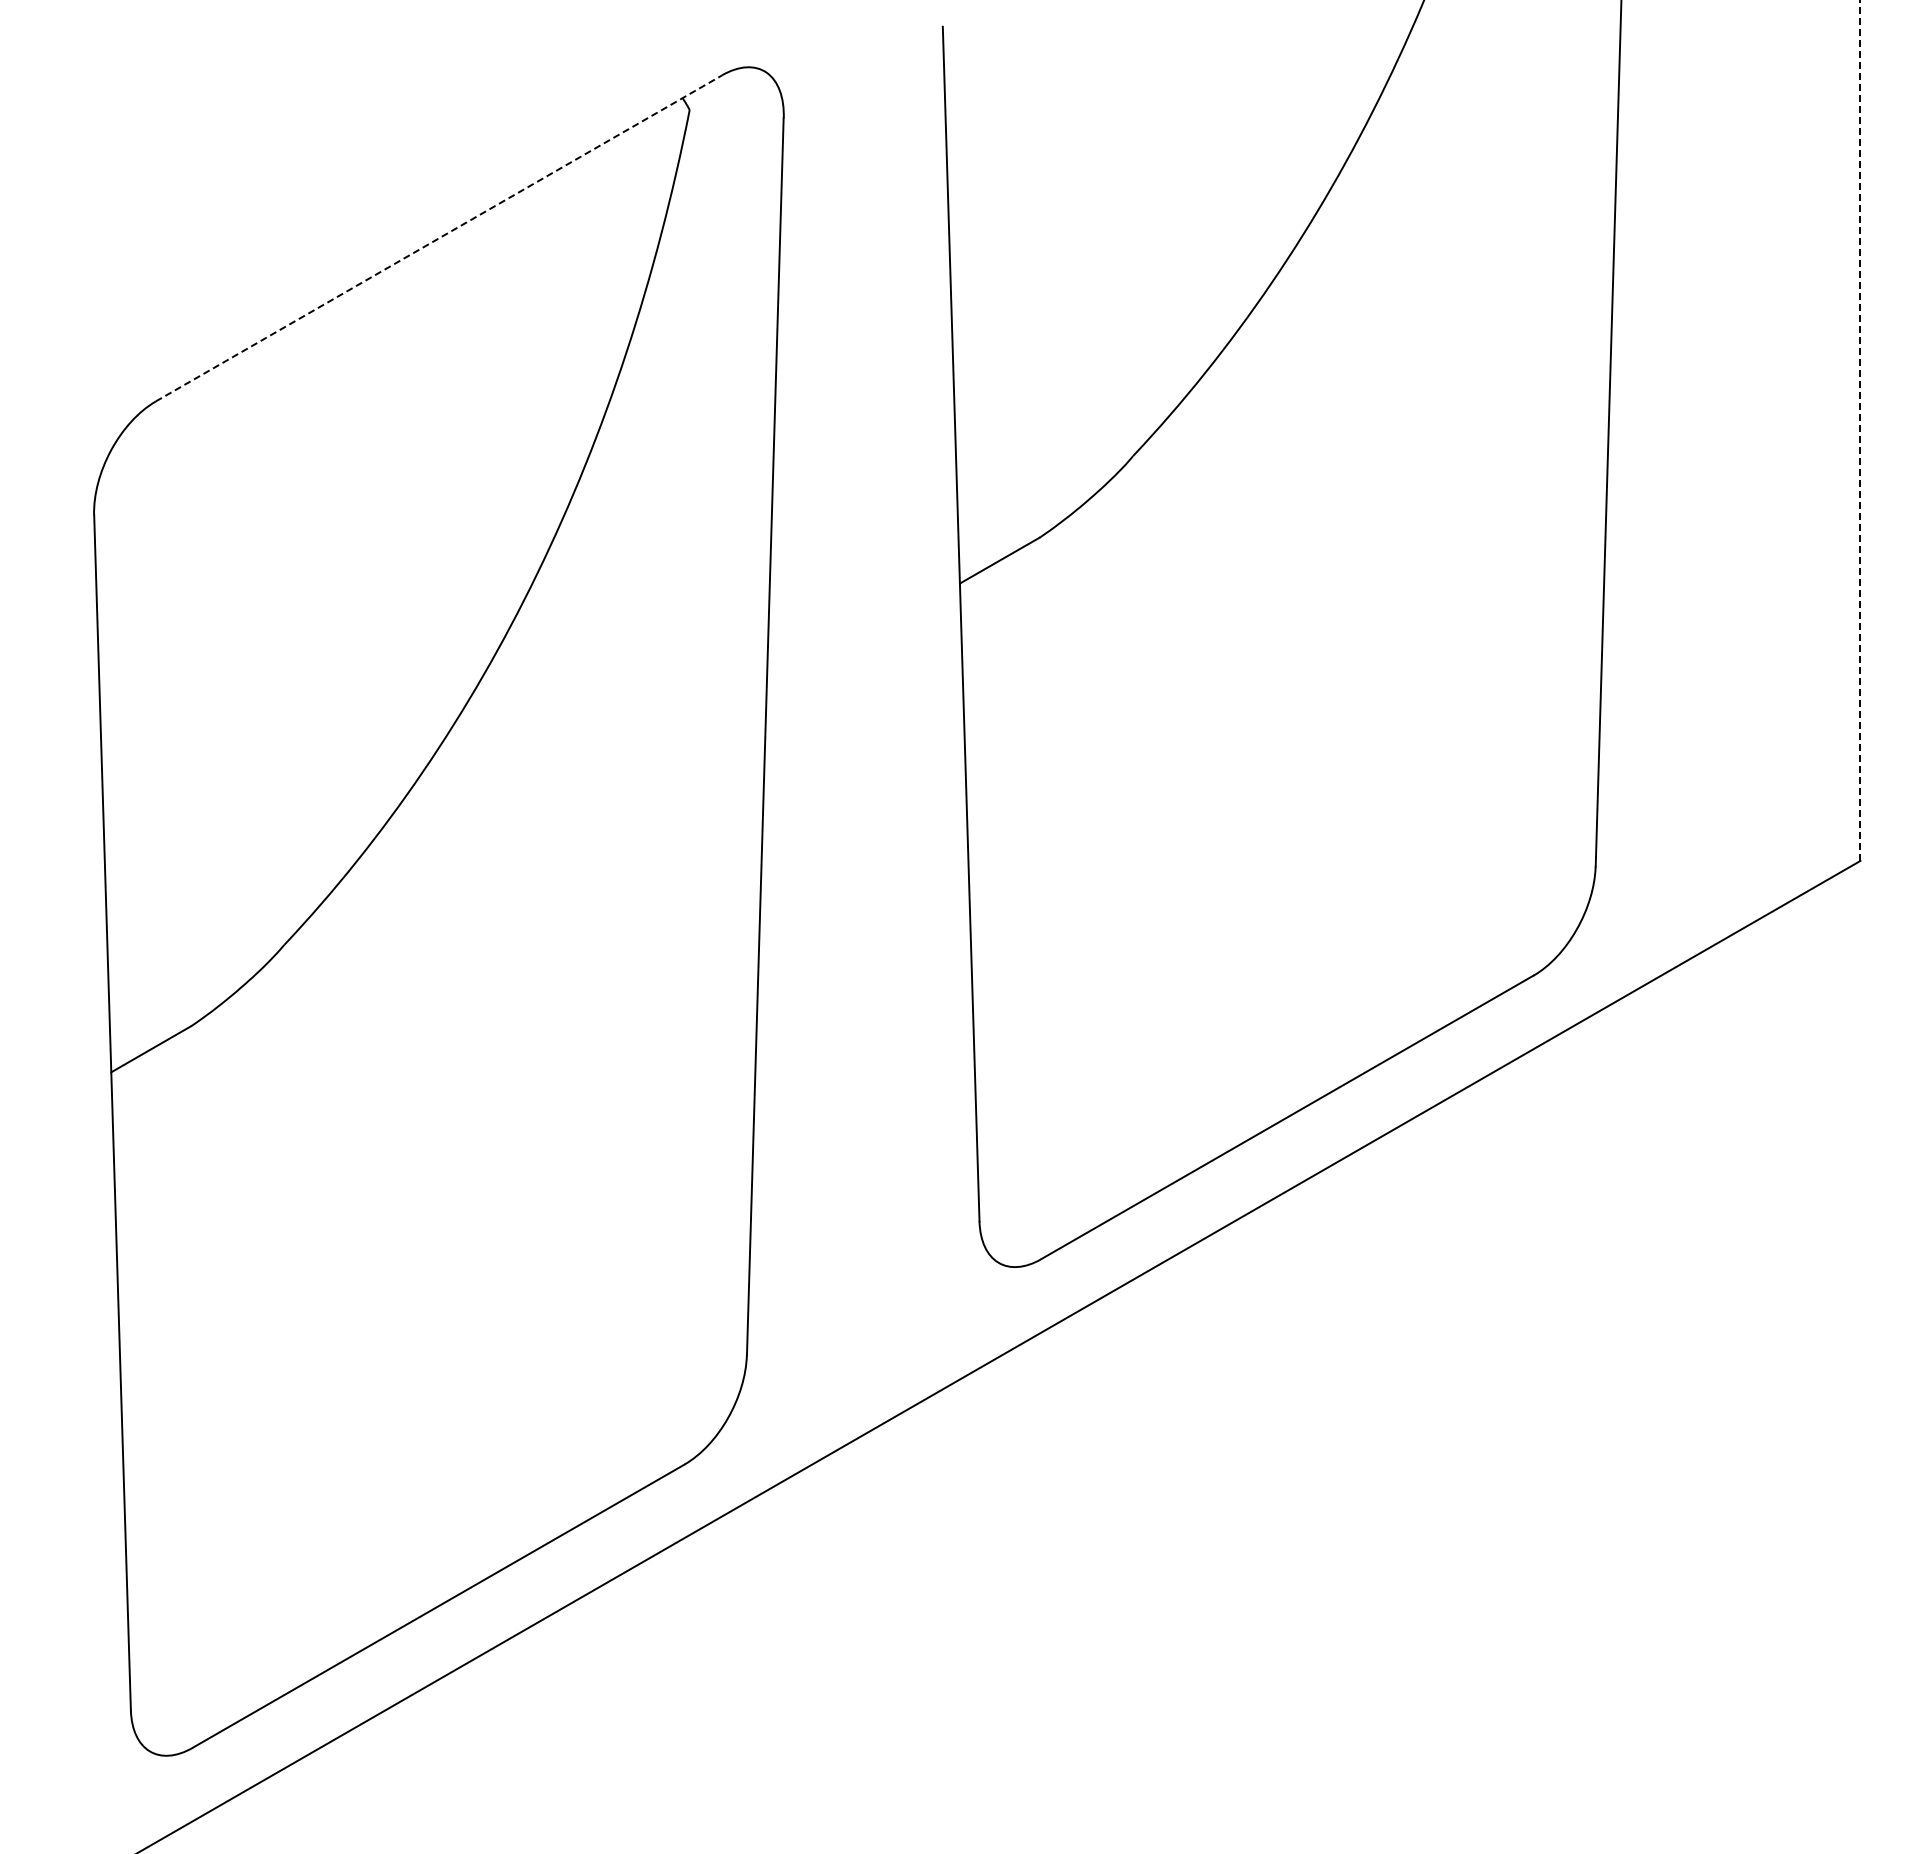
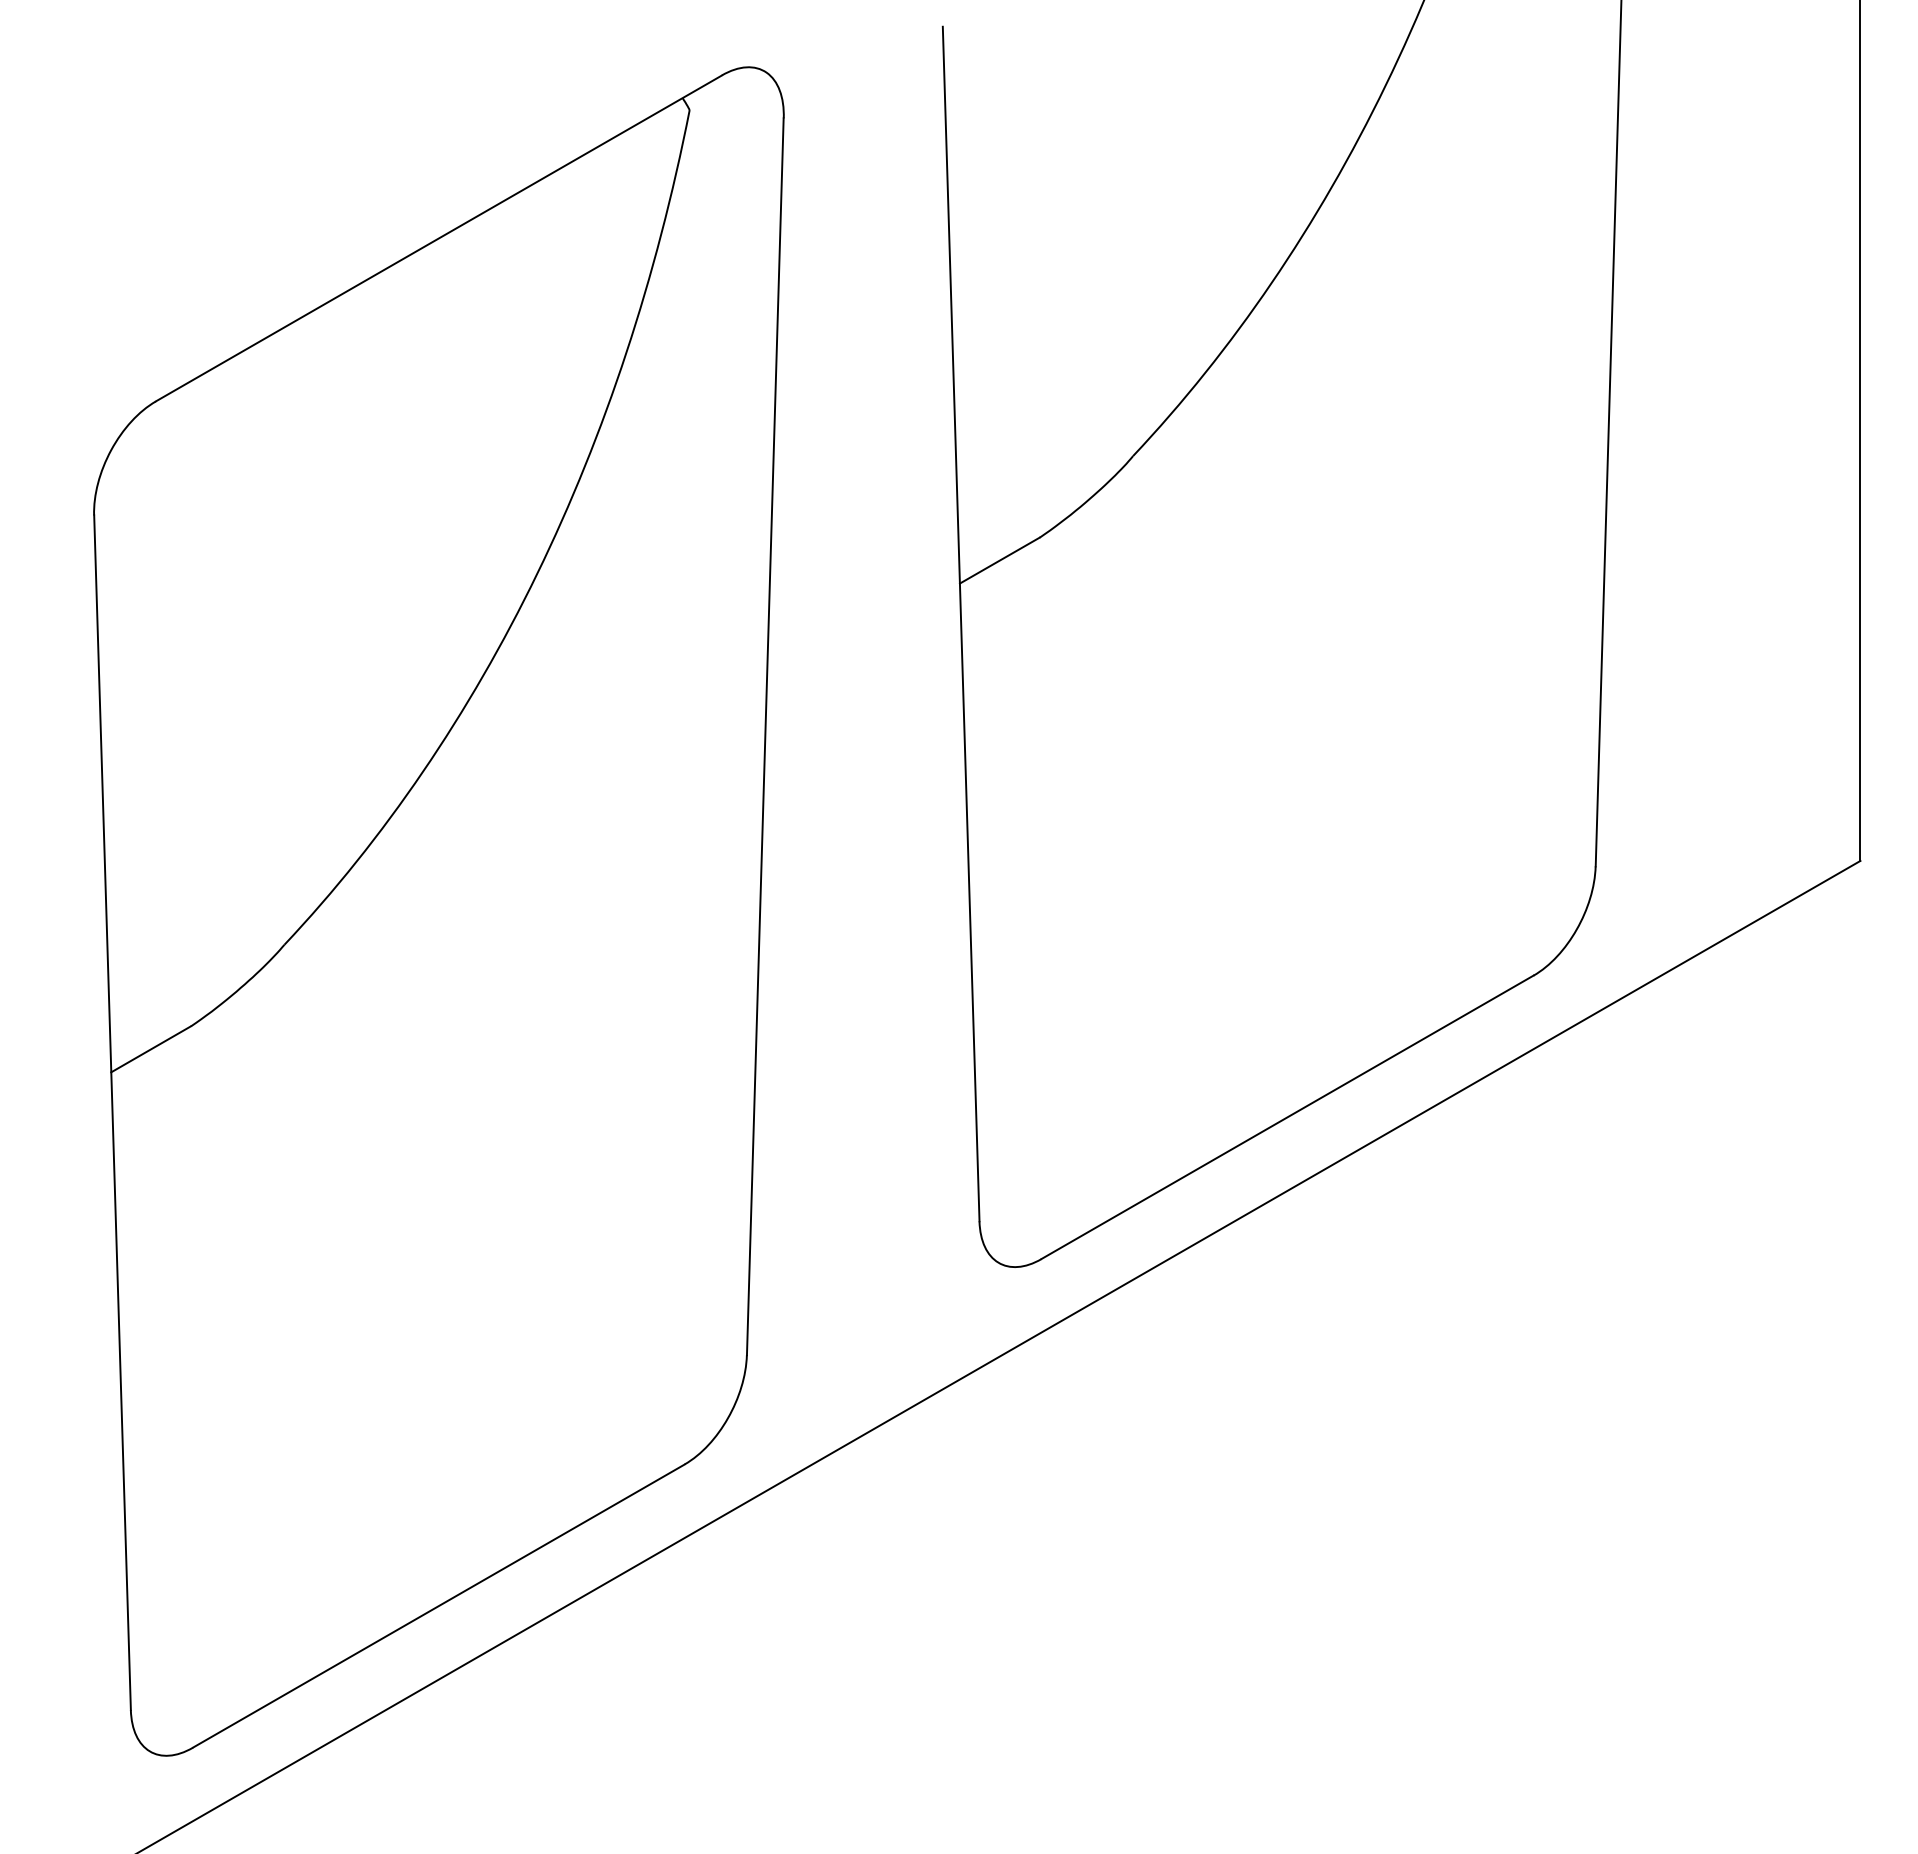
line at (438, 238): dashed -> solid
line at (1860, 430): dashed -> solid
